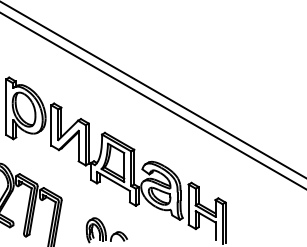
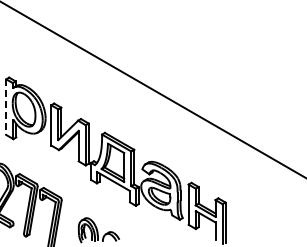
line at (152, 100): present -> none
line at (6, 107): solid -> dashed
part at (106, 230) position: (106, 230) -> (98, 230)
